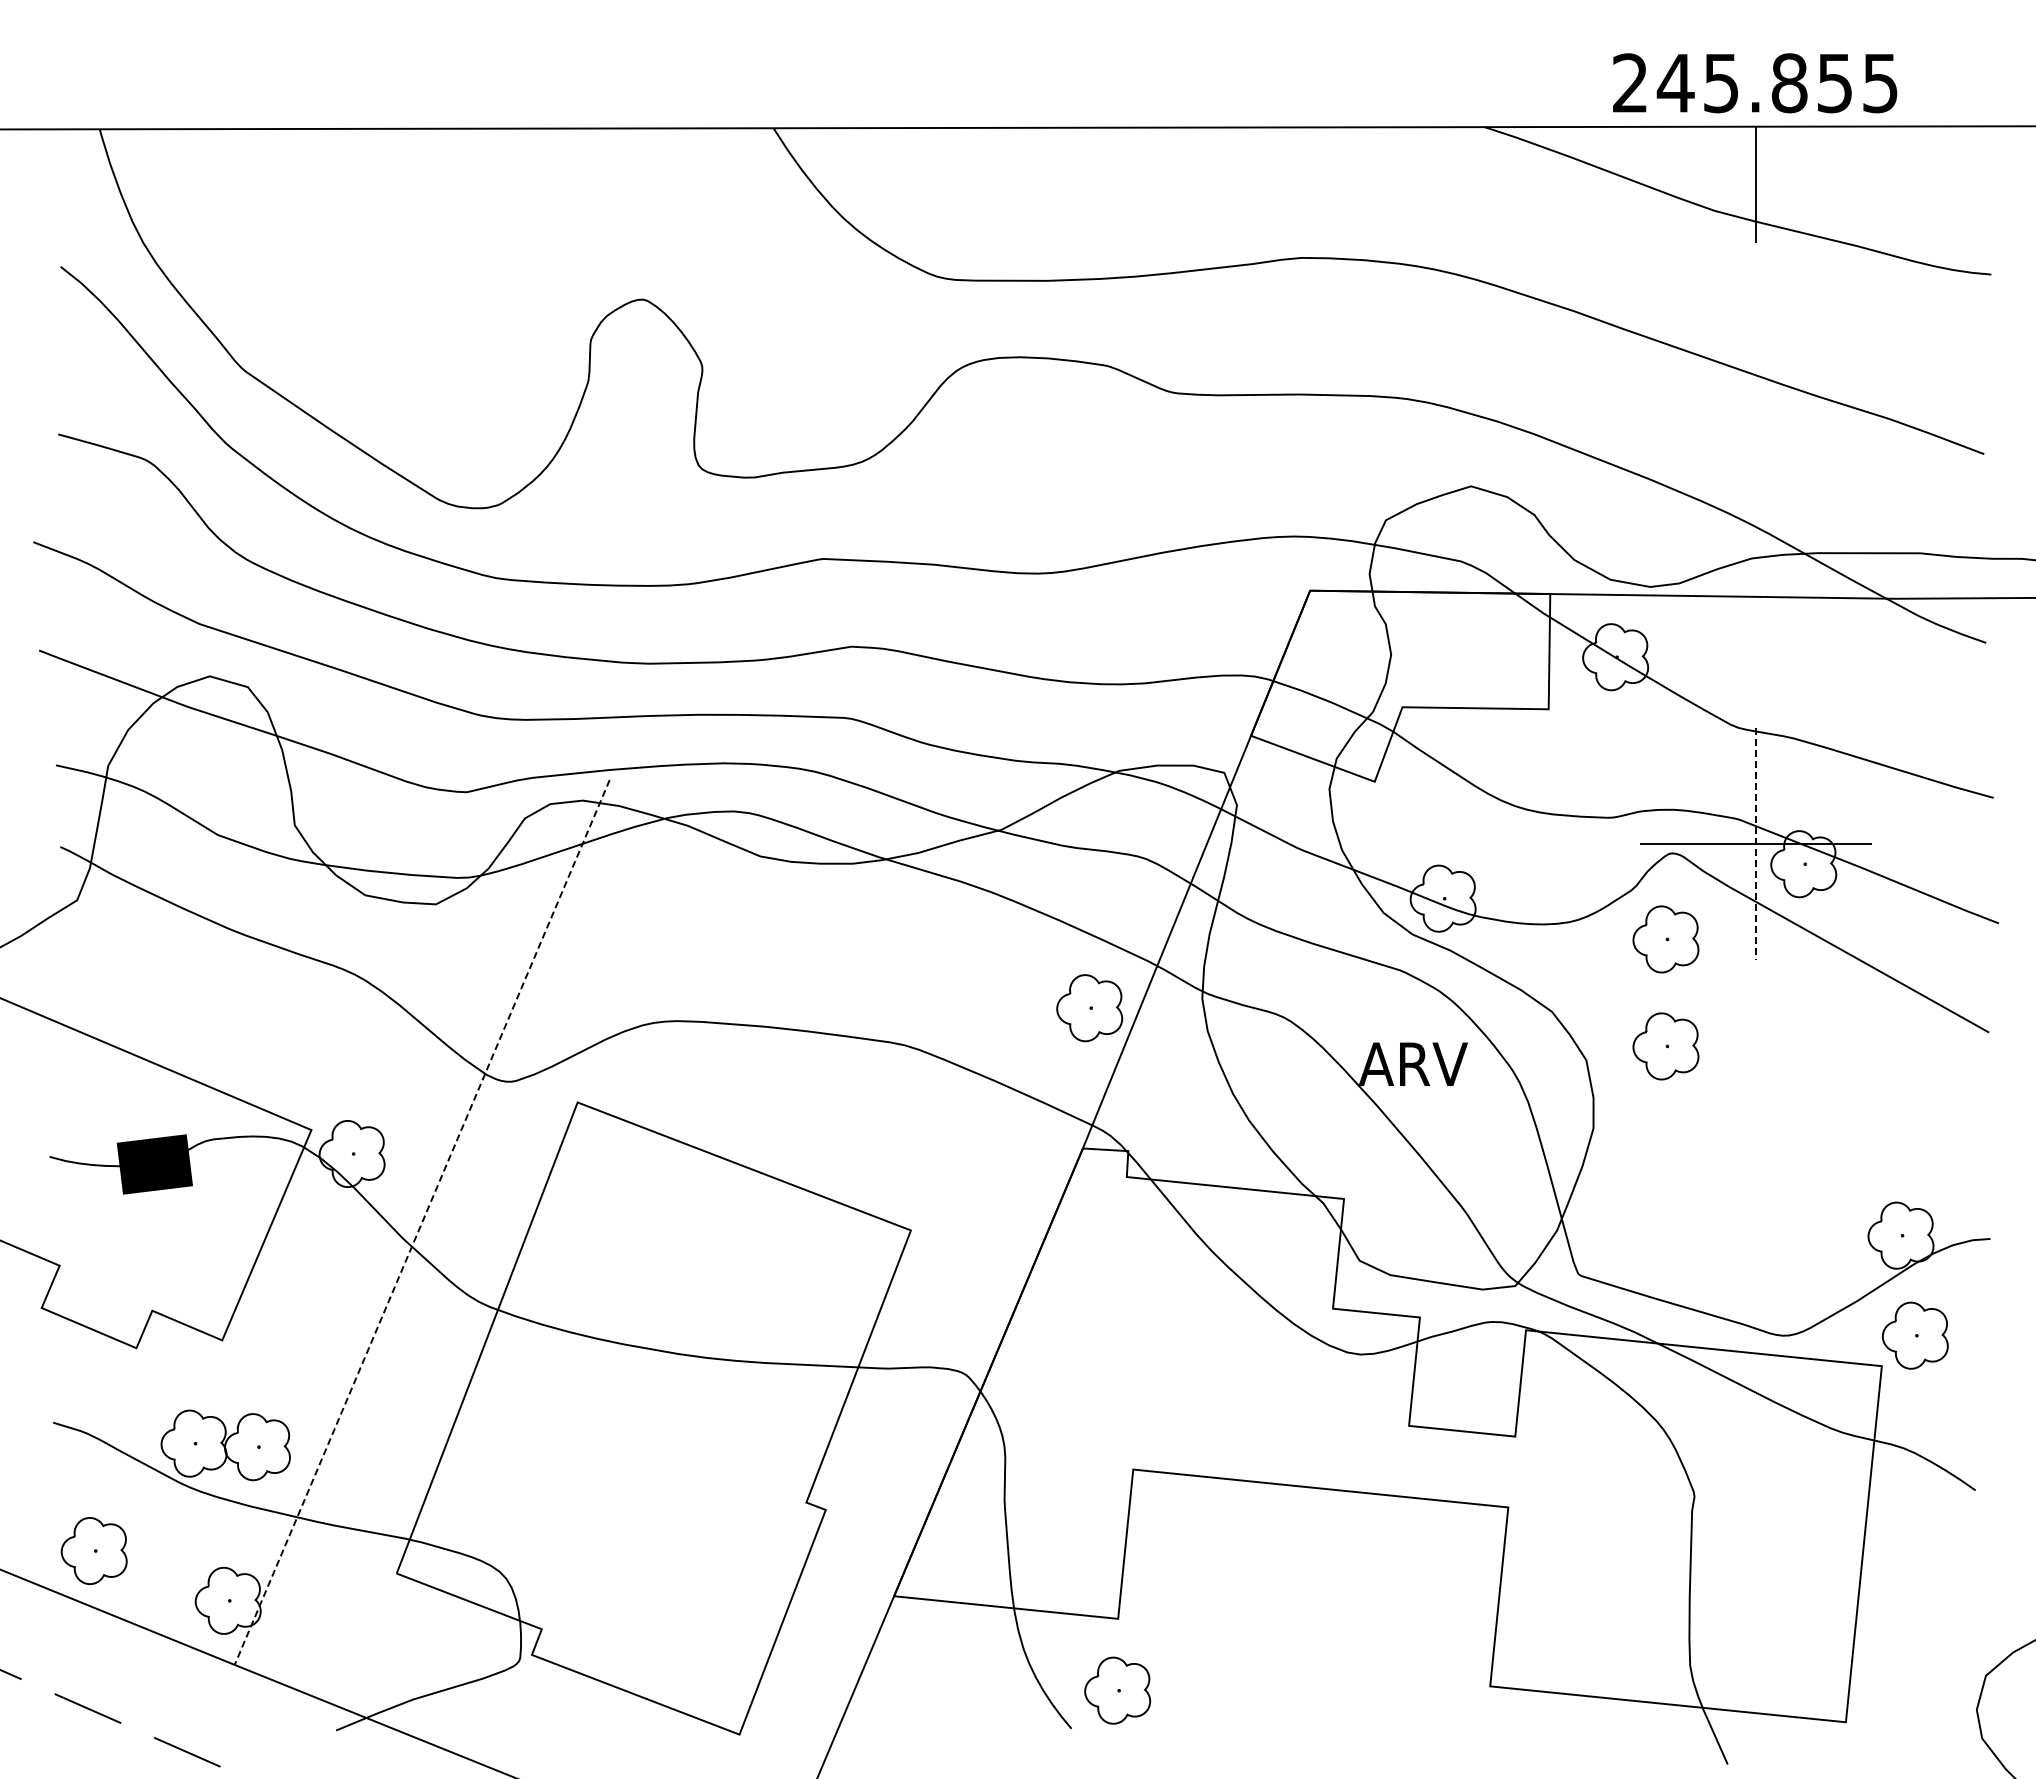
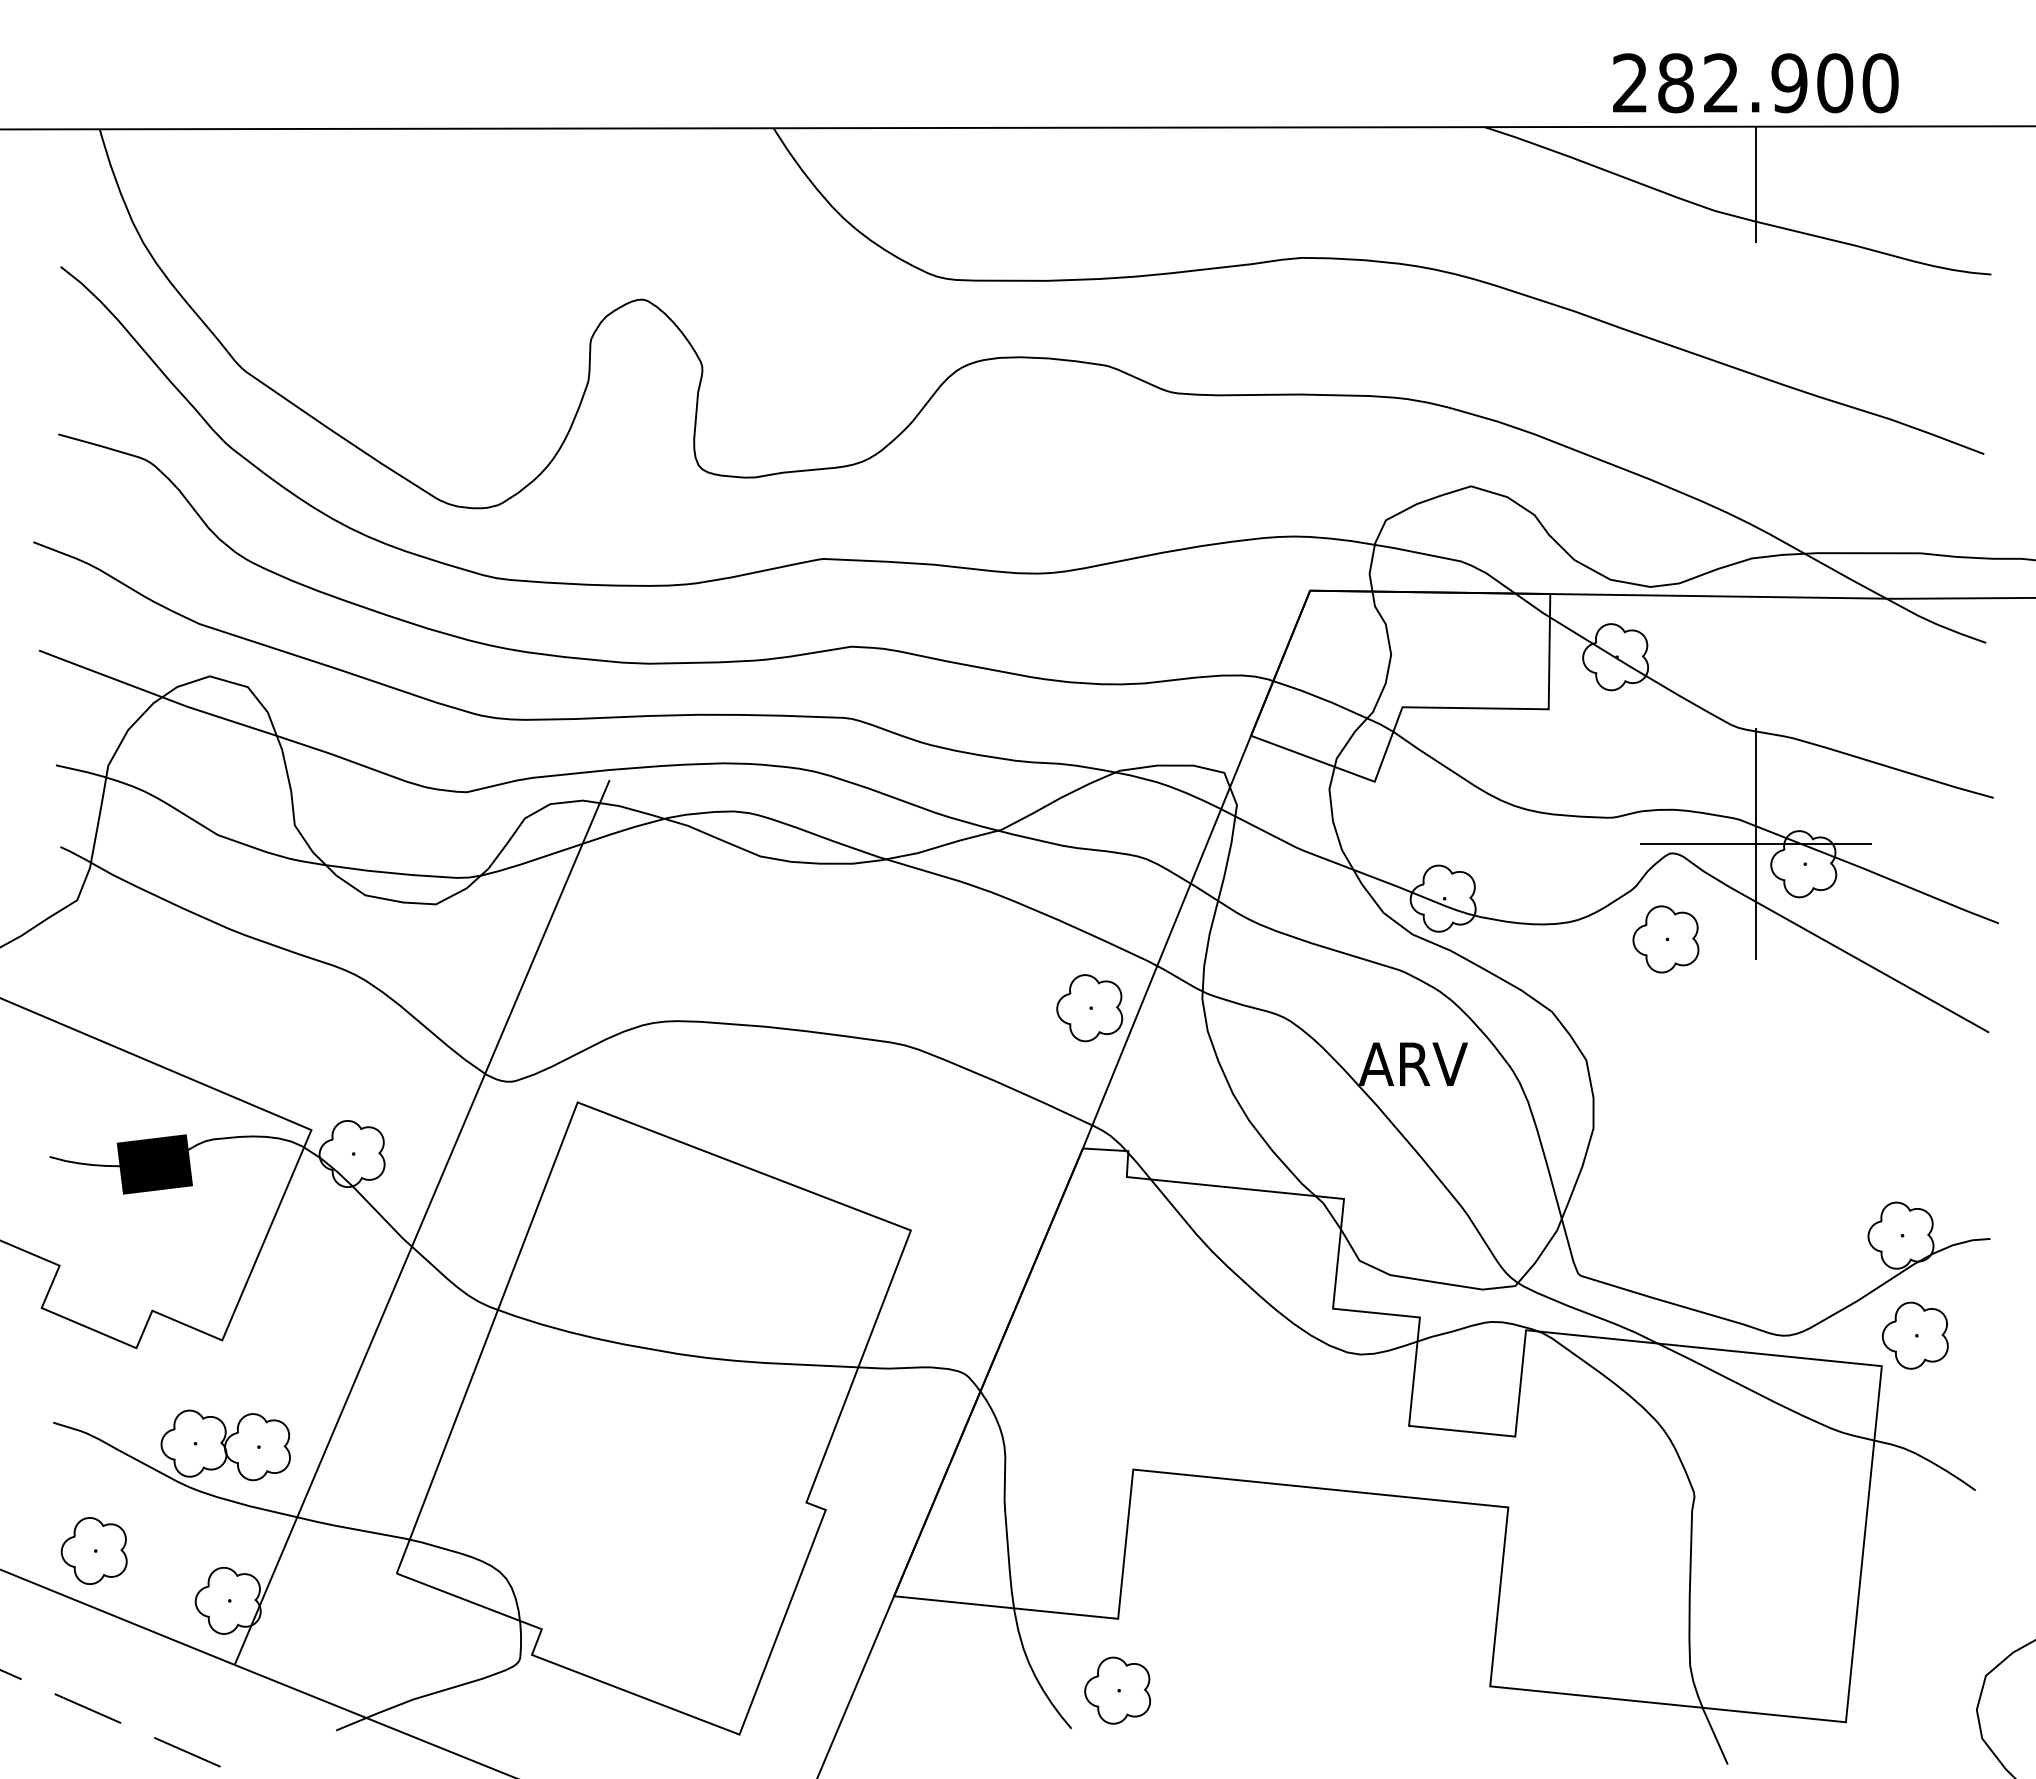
text at (1777, 83): 245.855 -> 282.900
line at (1755, 843): dashed -> solid
part at (1665, 1046): present -> none
line at (421, 1222): dashed -> solid
